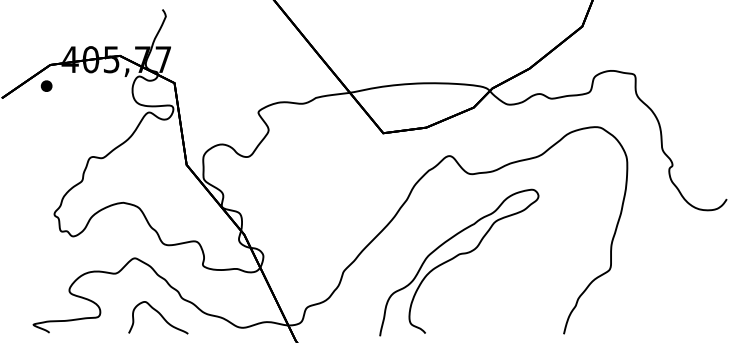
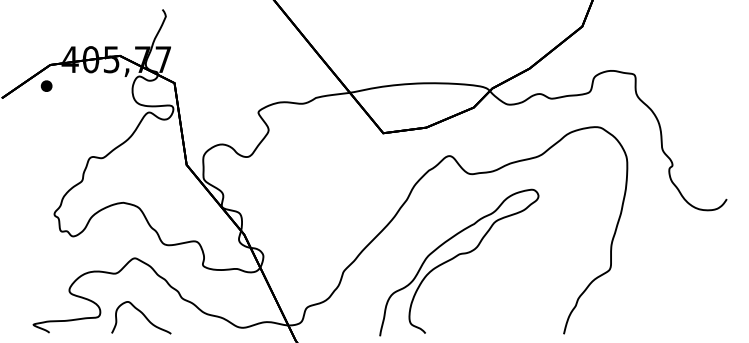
curve at (160, 315) position: (160, 315) -> (143, 315)
